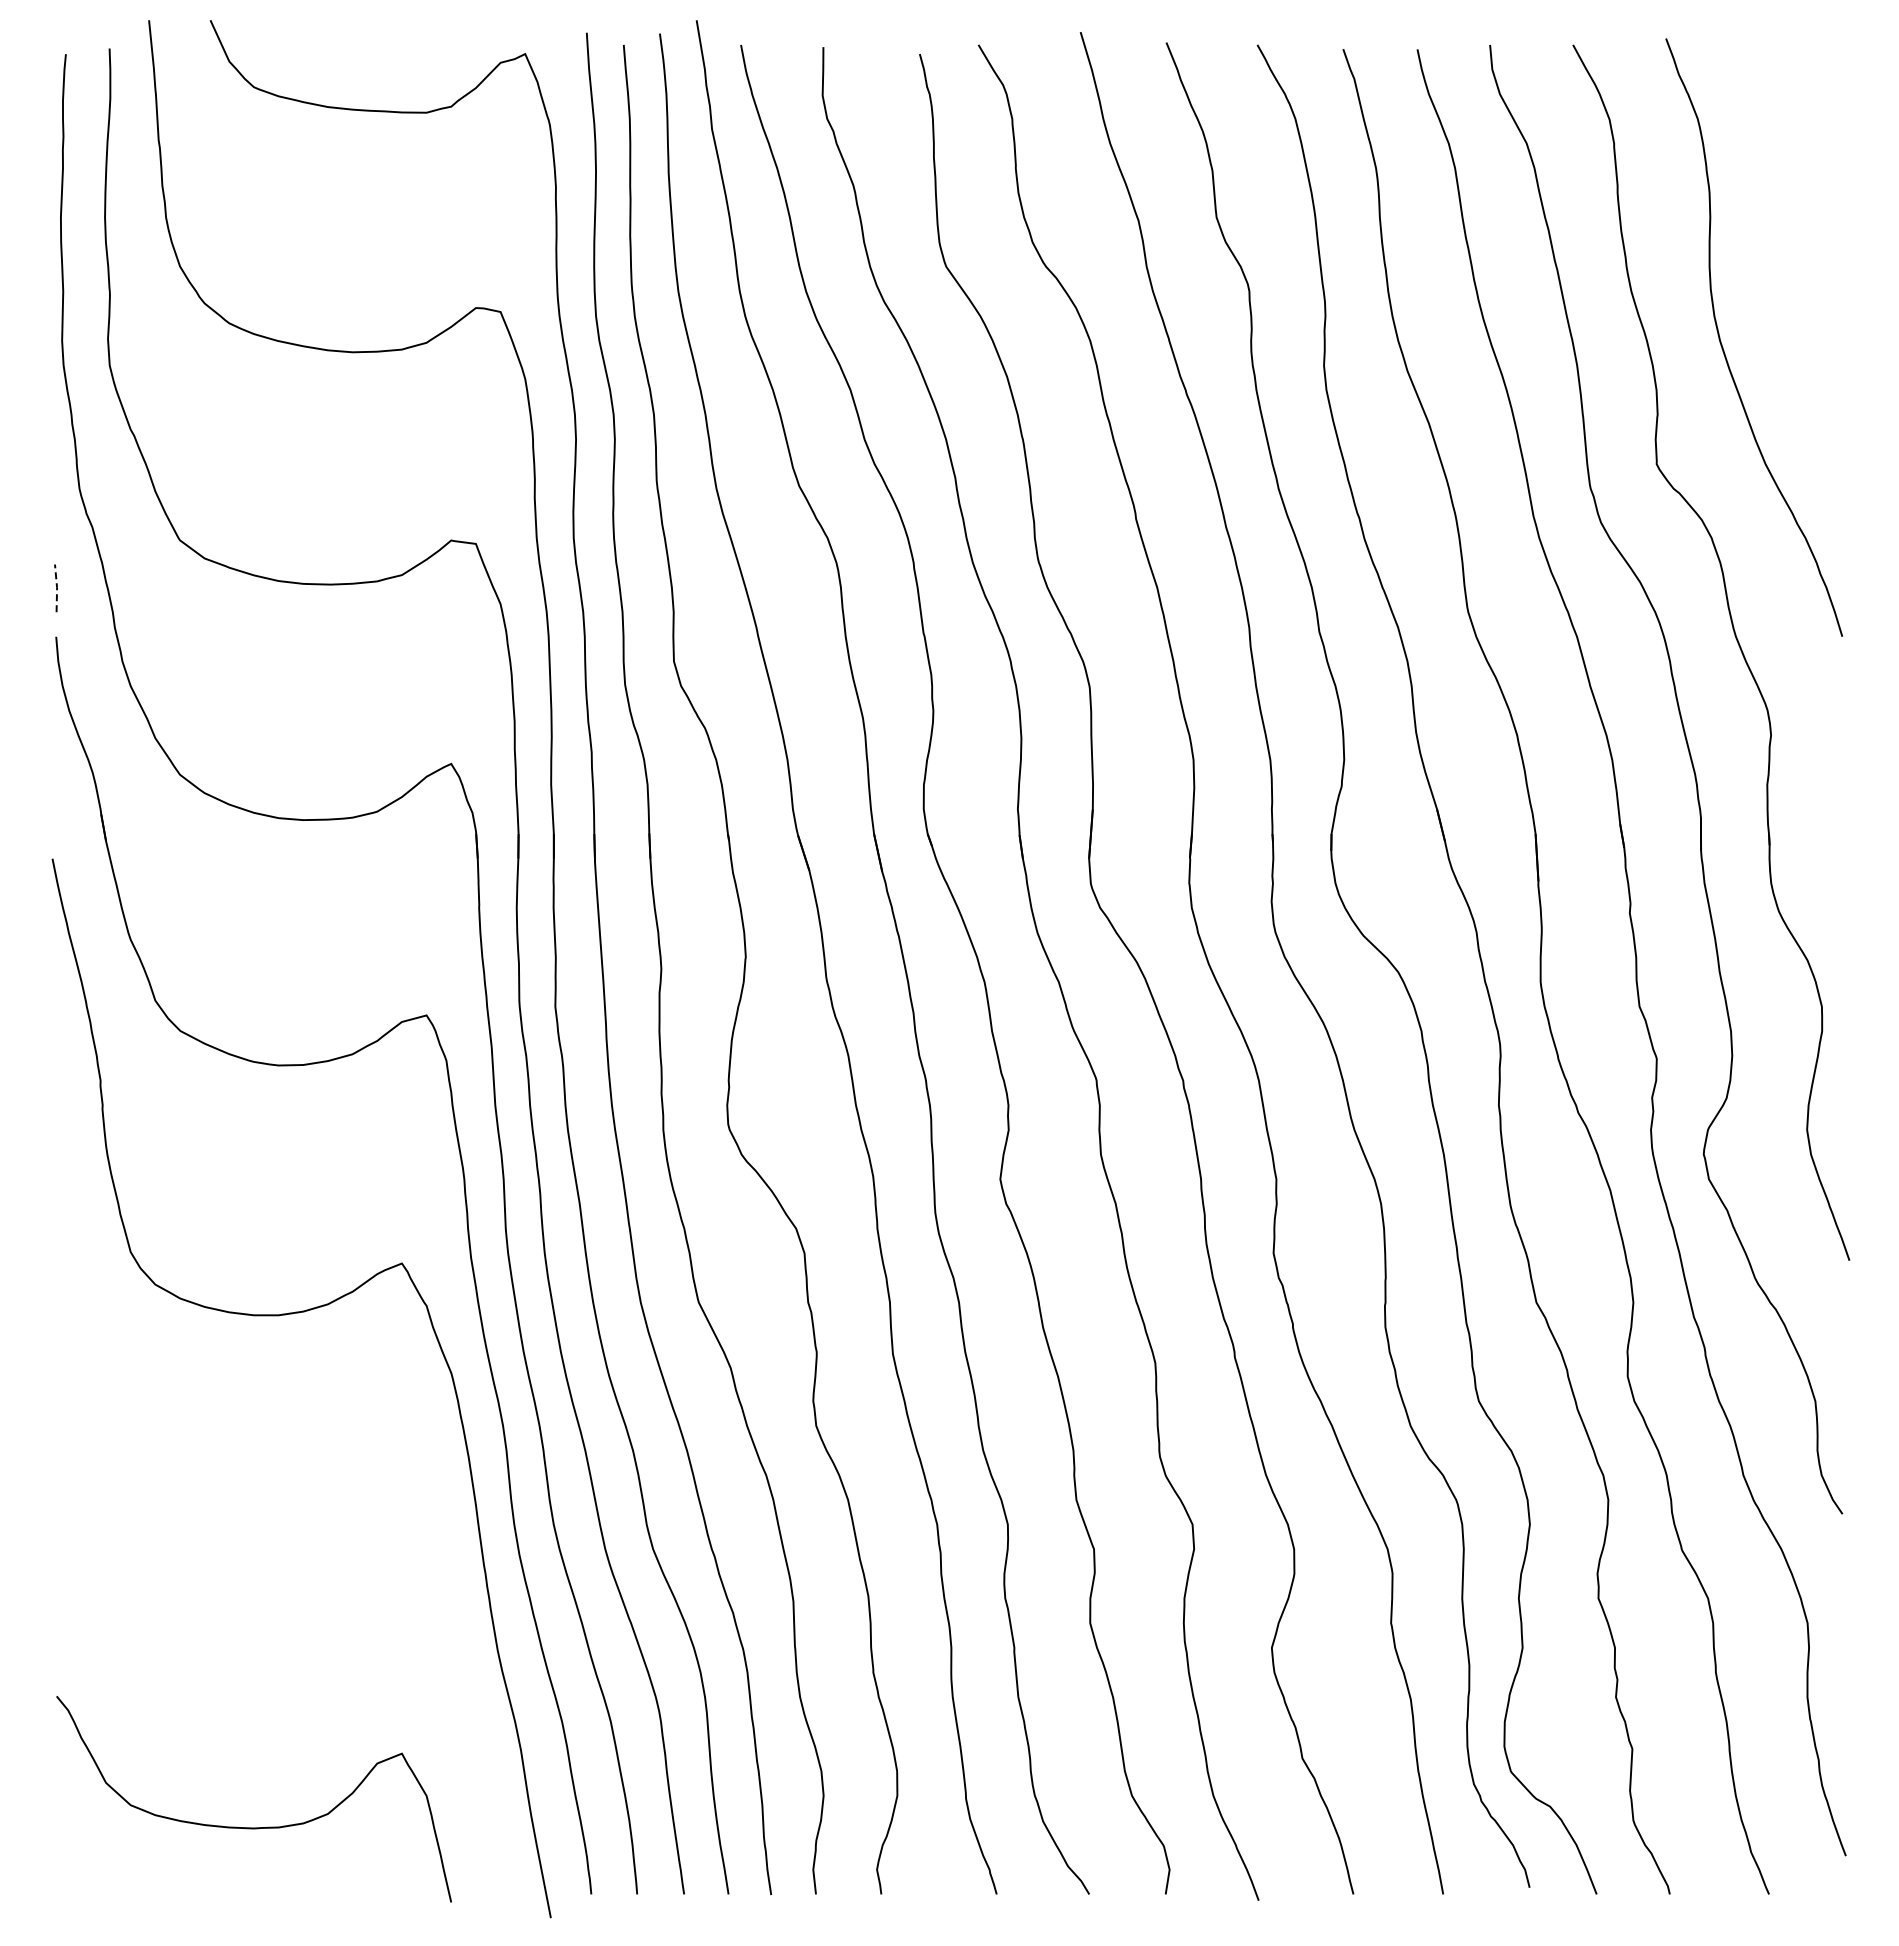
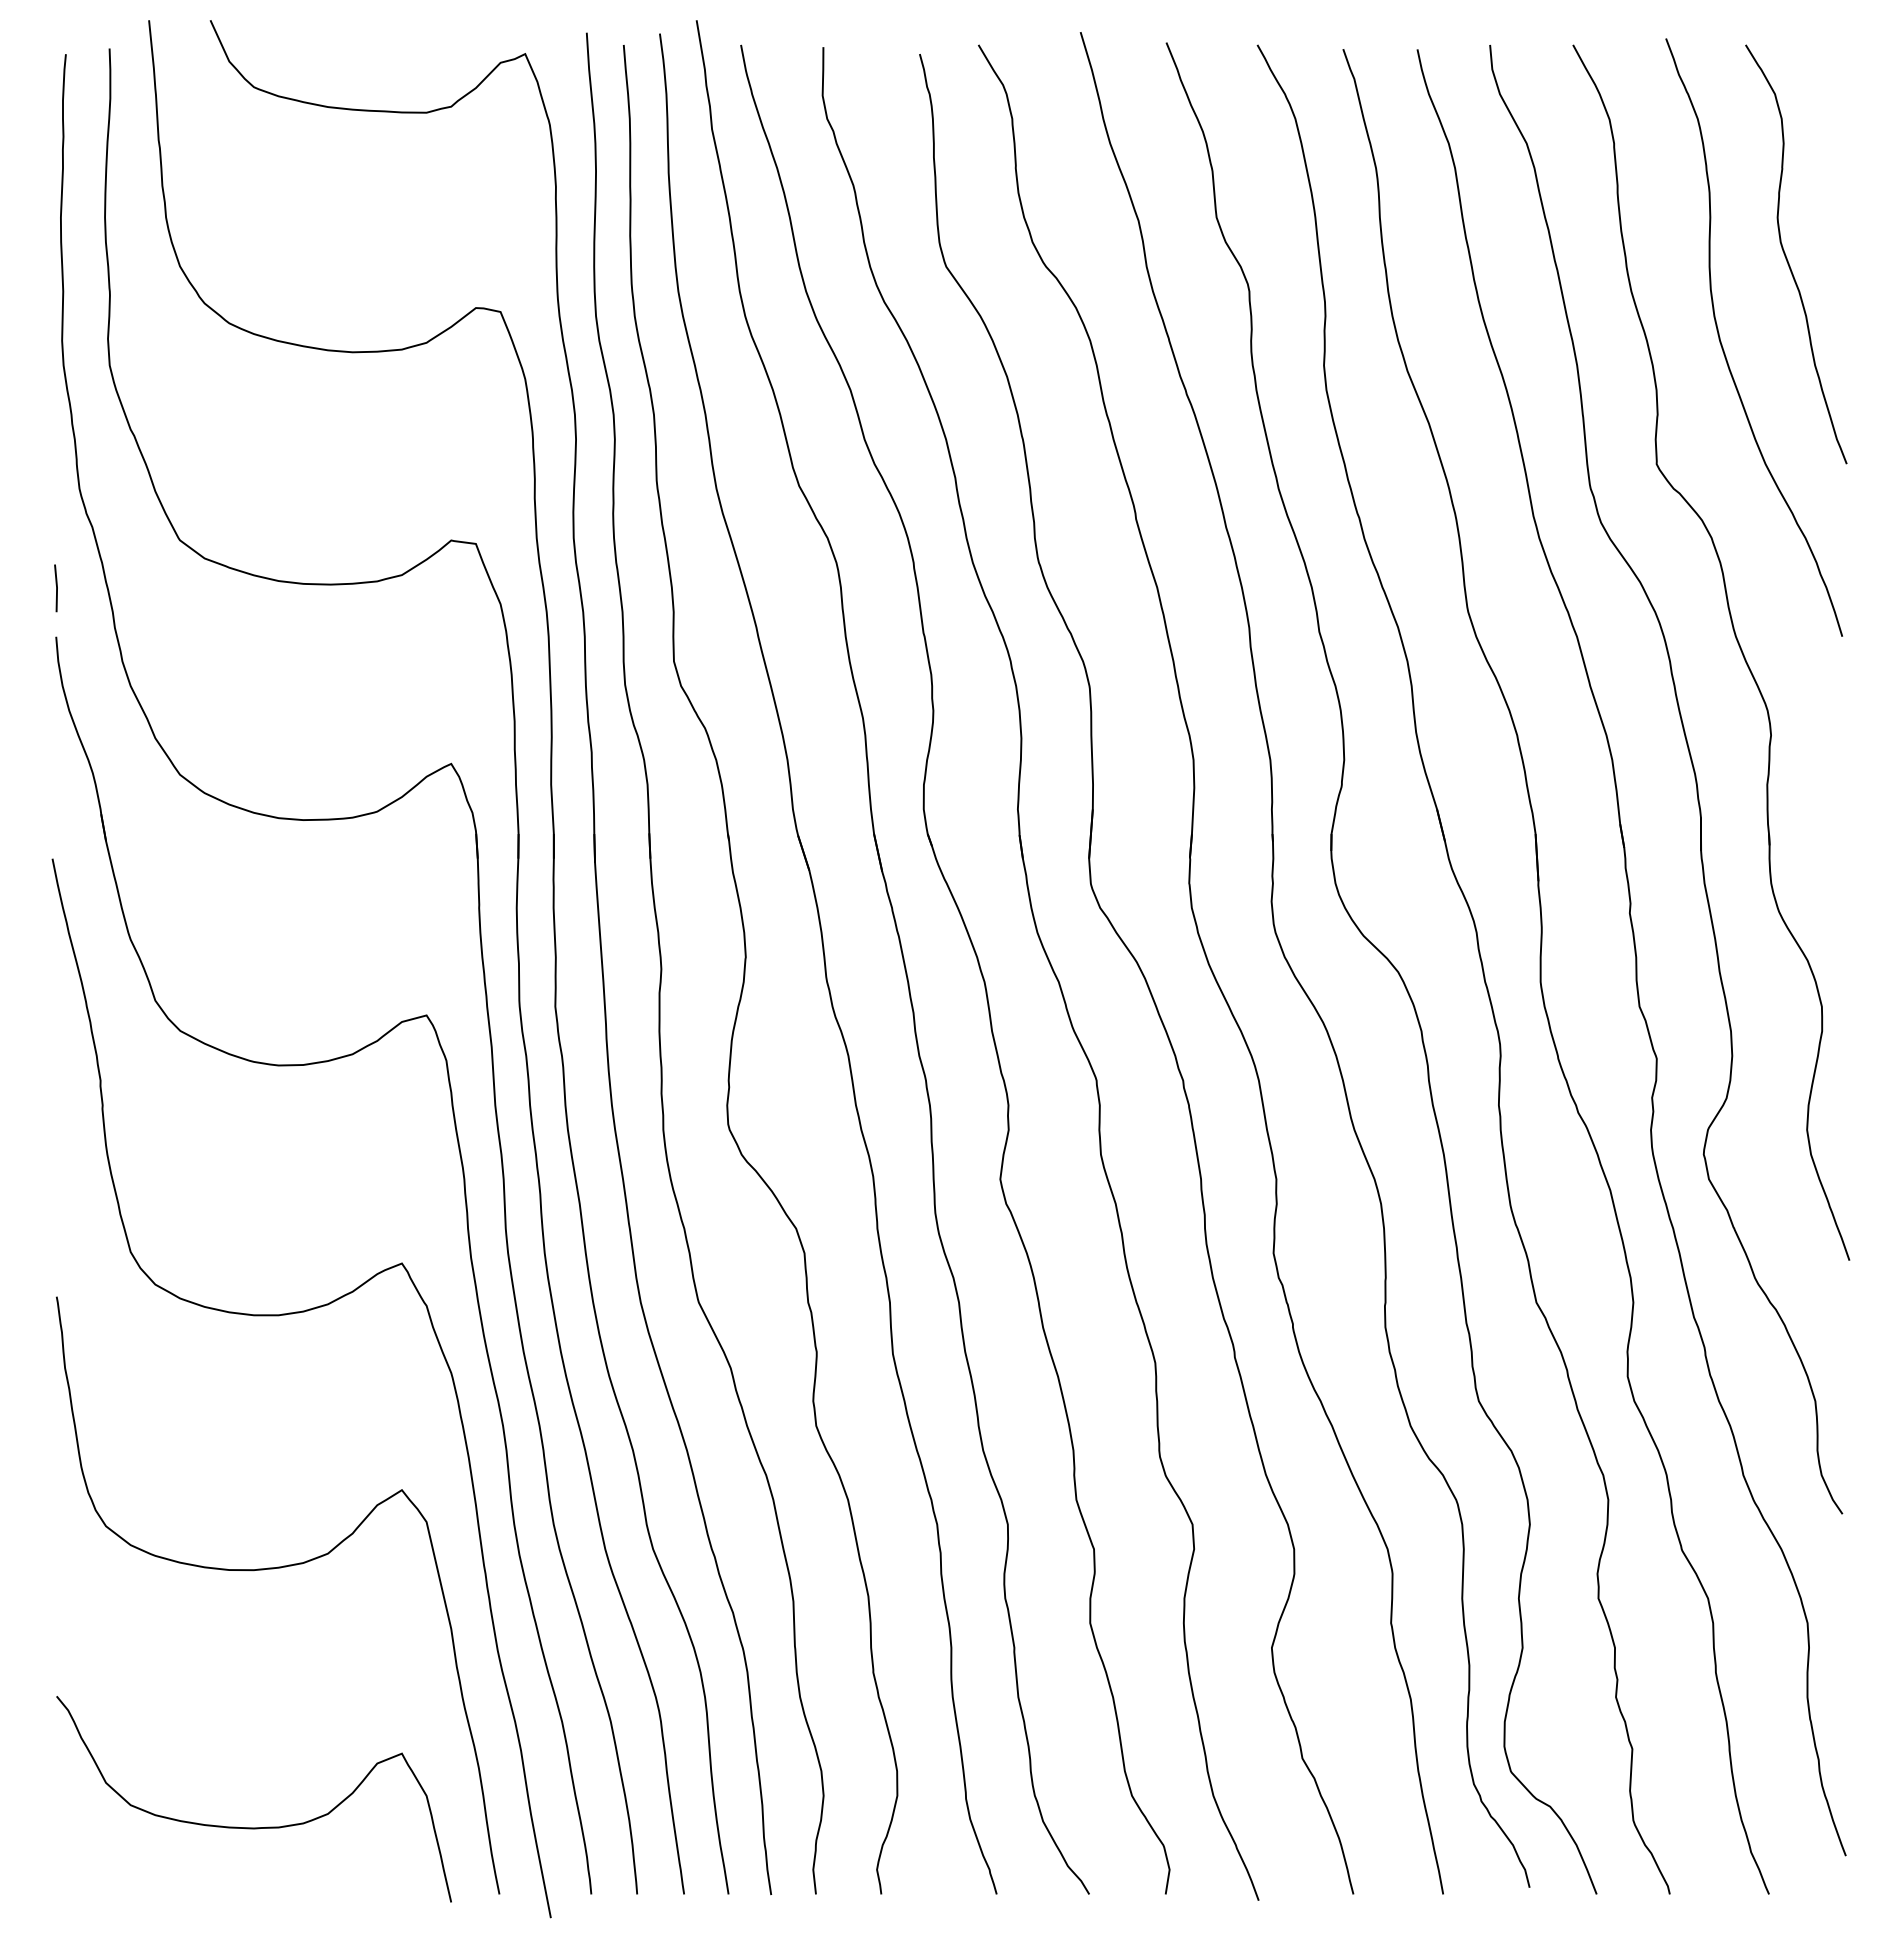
curve at (1787, 258): none -> present
line at (57, 587): dashed -> solid
curve at (273, 1569): none -> present
